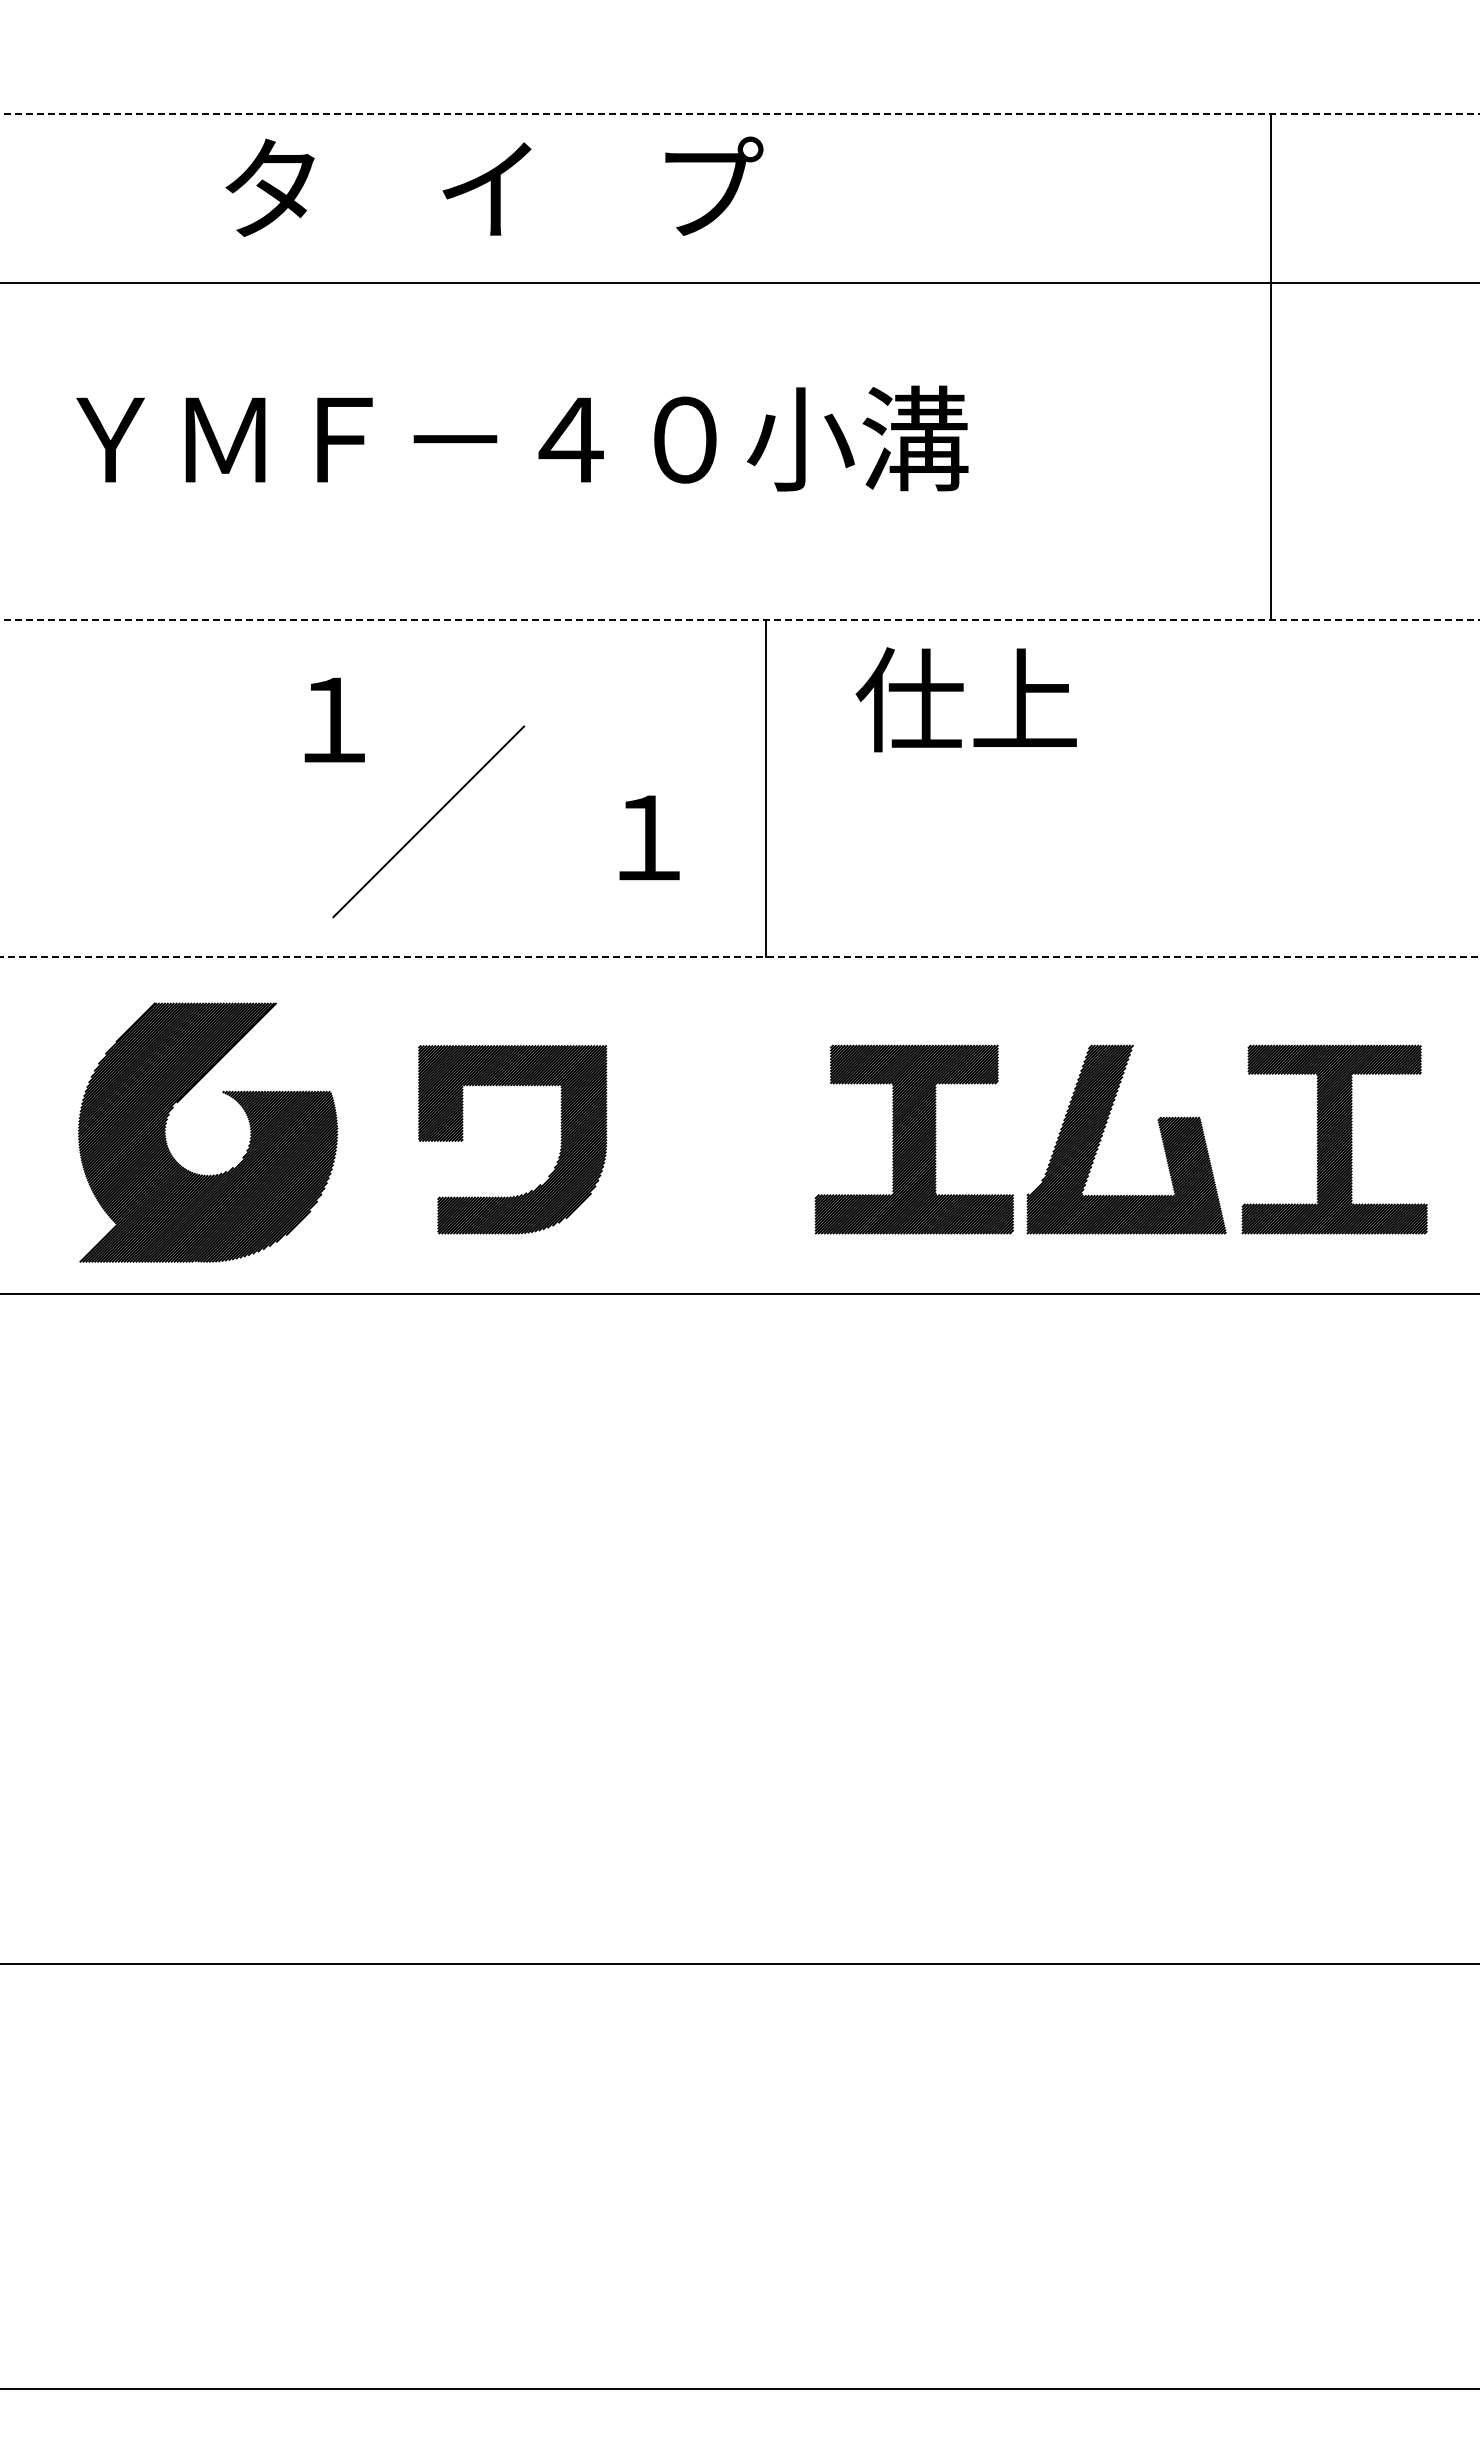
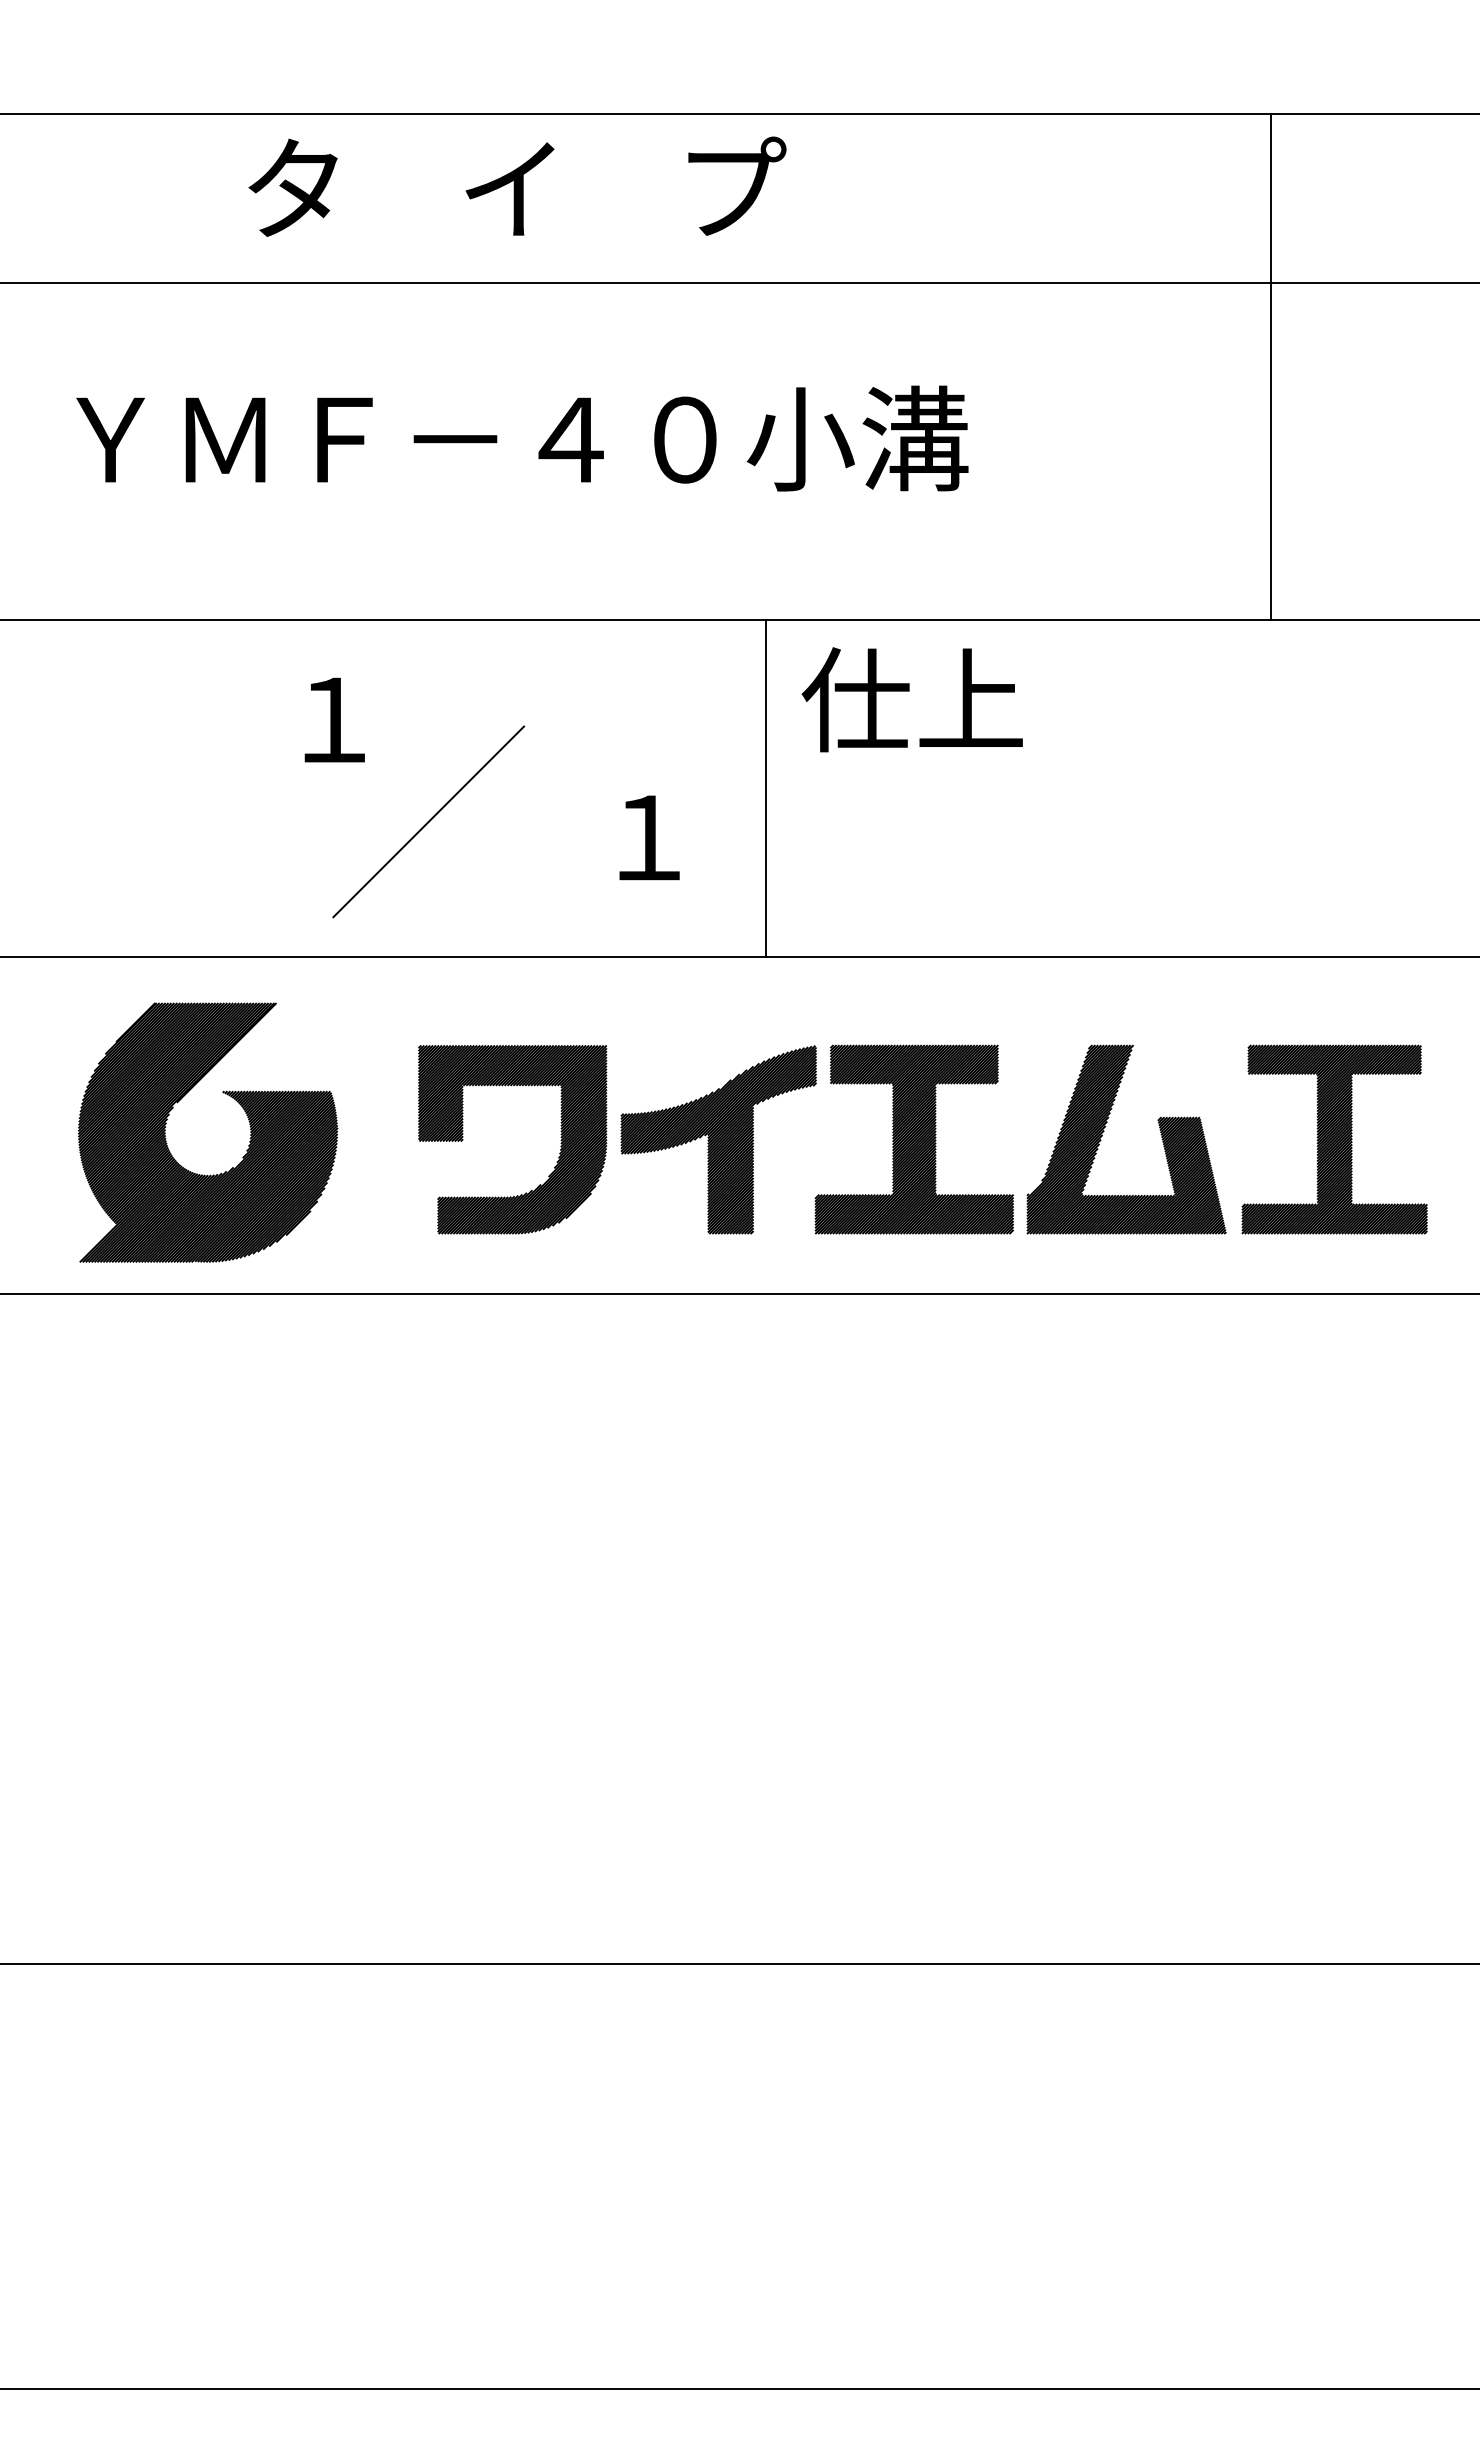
line at (739, 114): dashed -> solid
text at (494, 186) position: (494, 186) -> (517, 186)
line at (739, 619): dashed -> solid
text at (965, 699) position: (965, 699) -> (911, 699)
line at (740, 956): dashed -> solid
part at (718, 1139): none -> present
